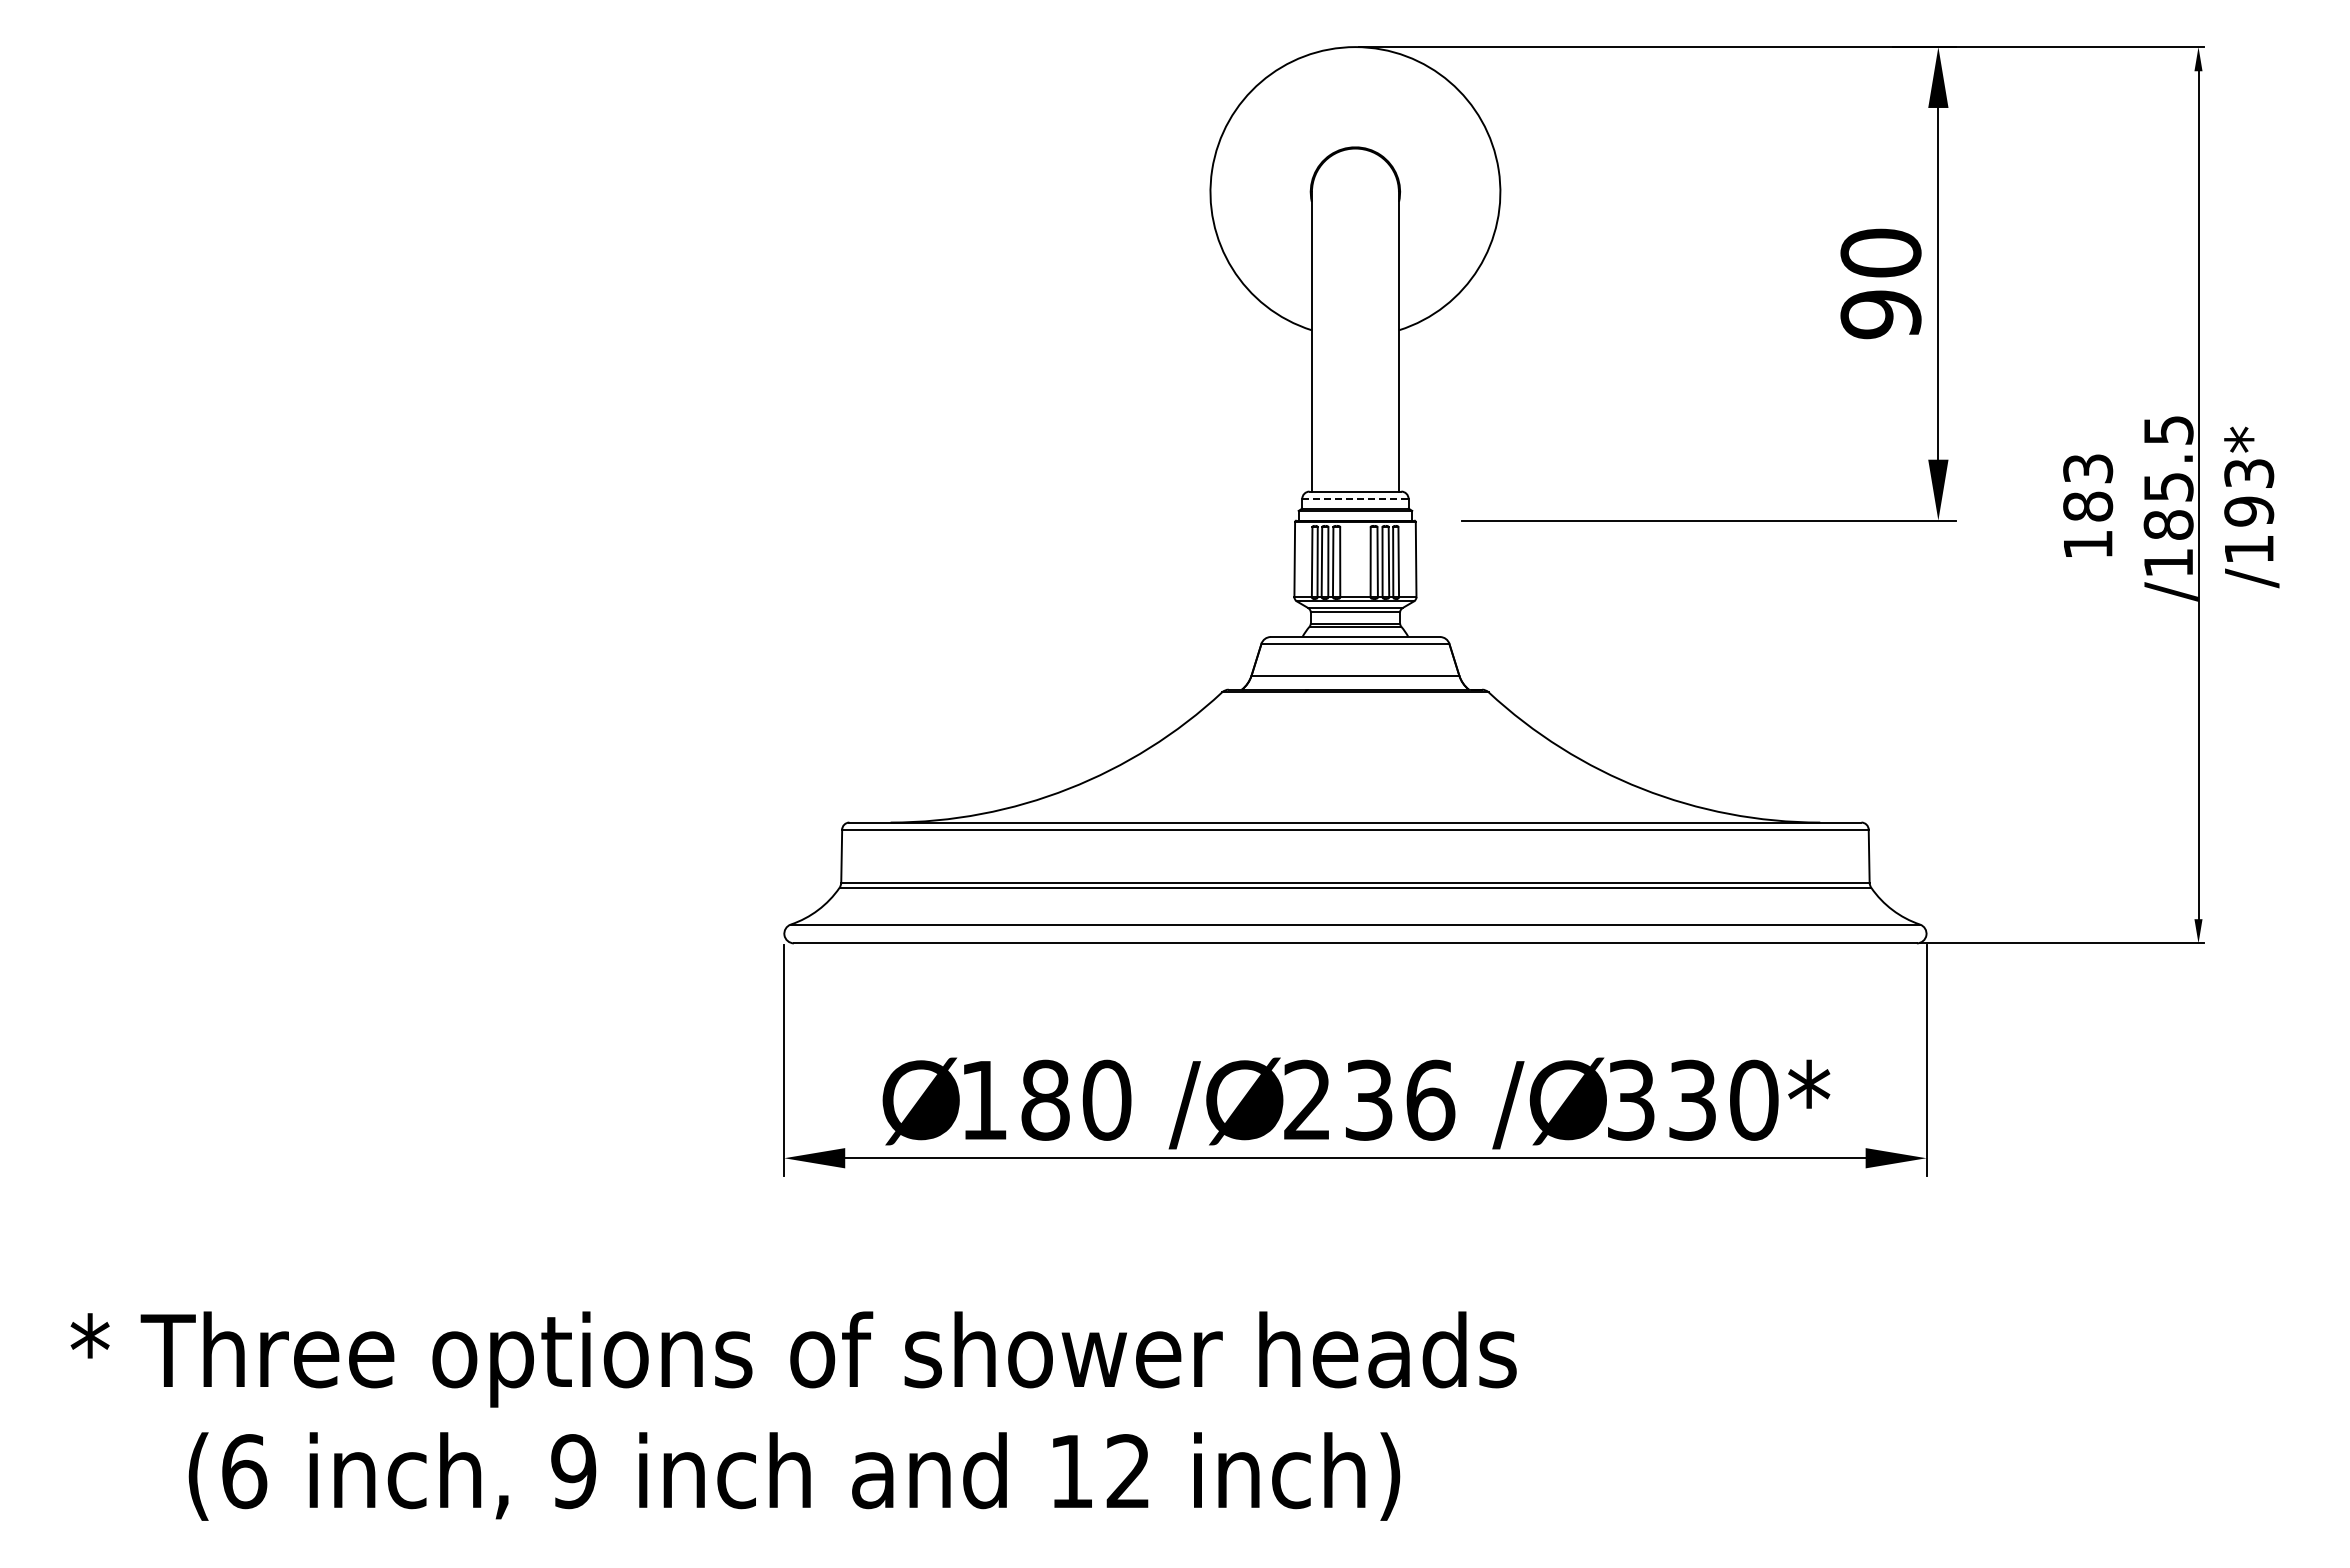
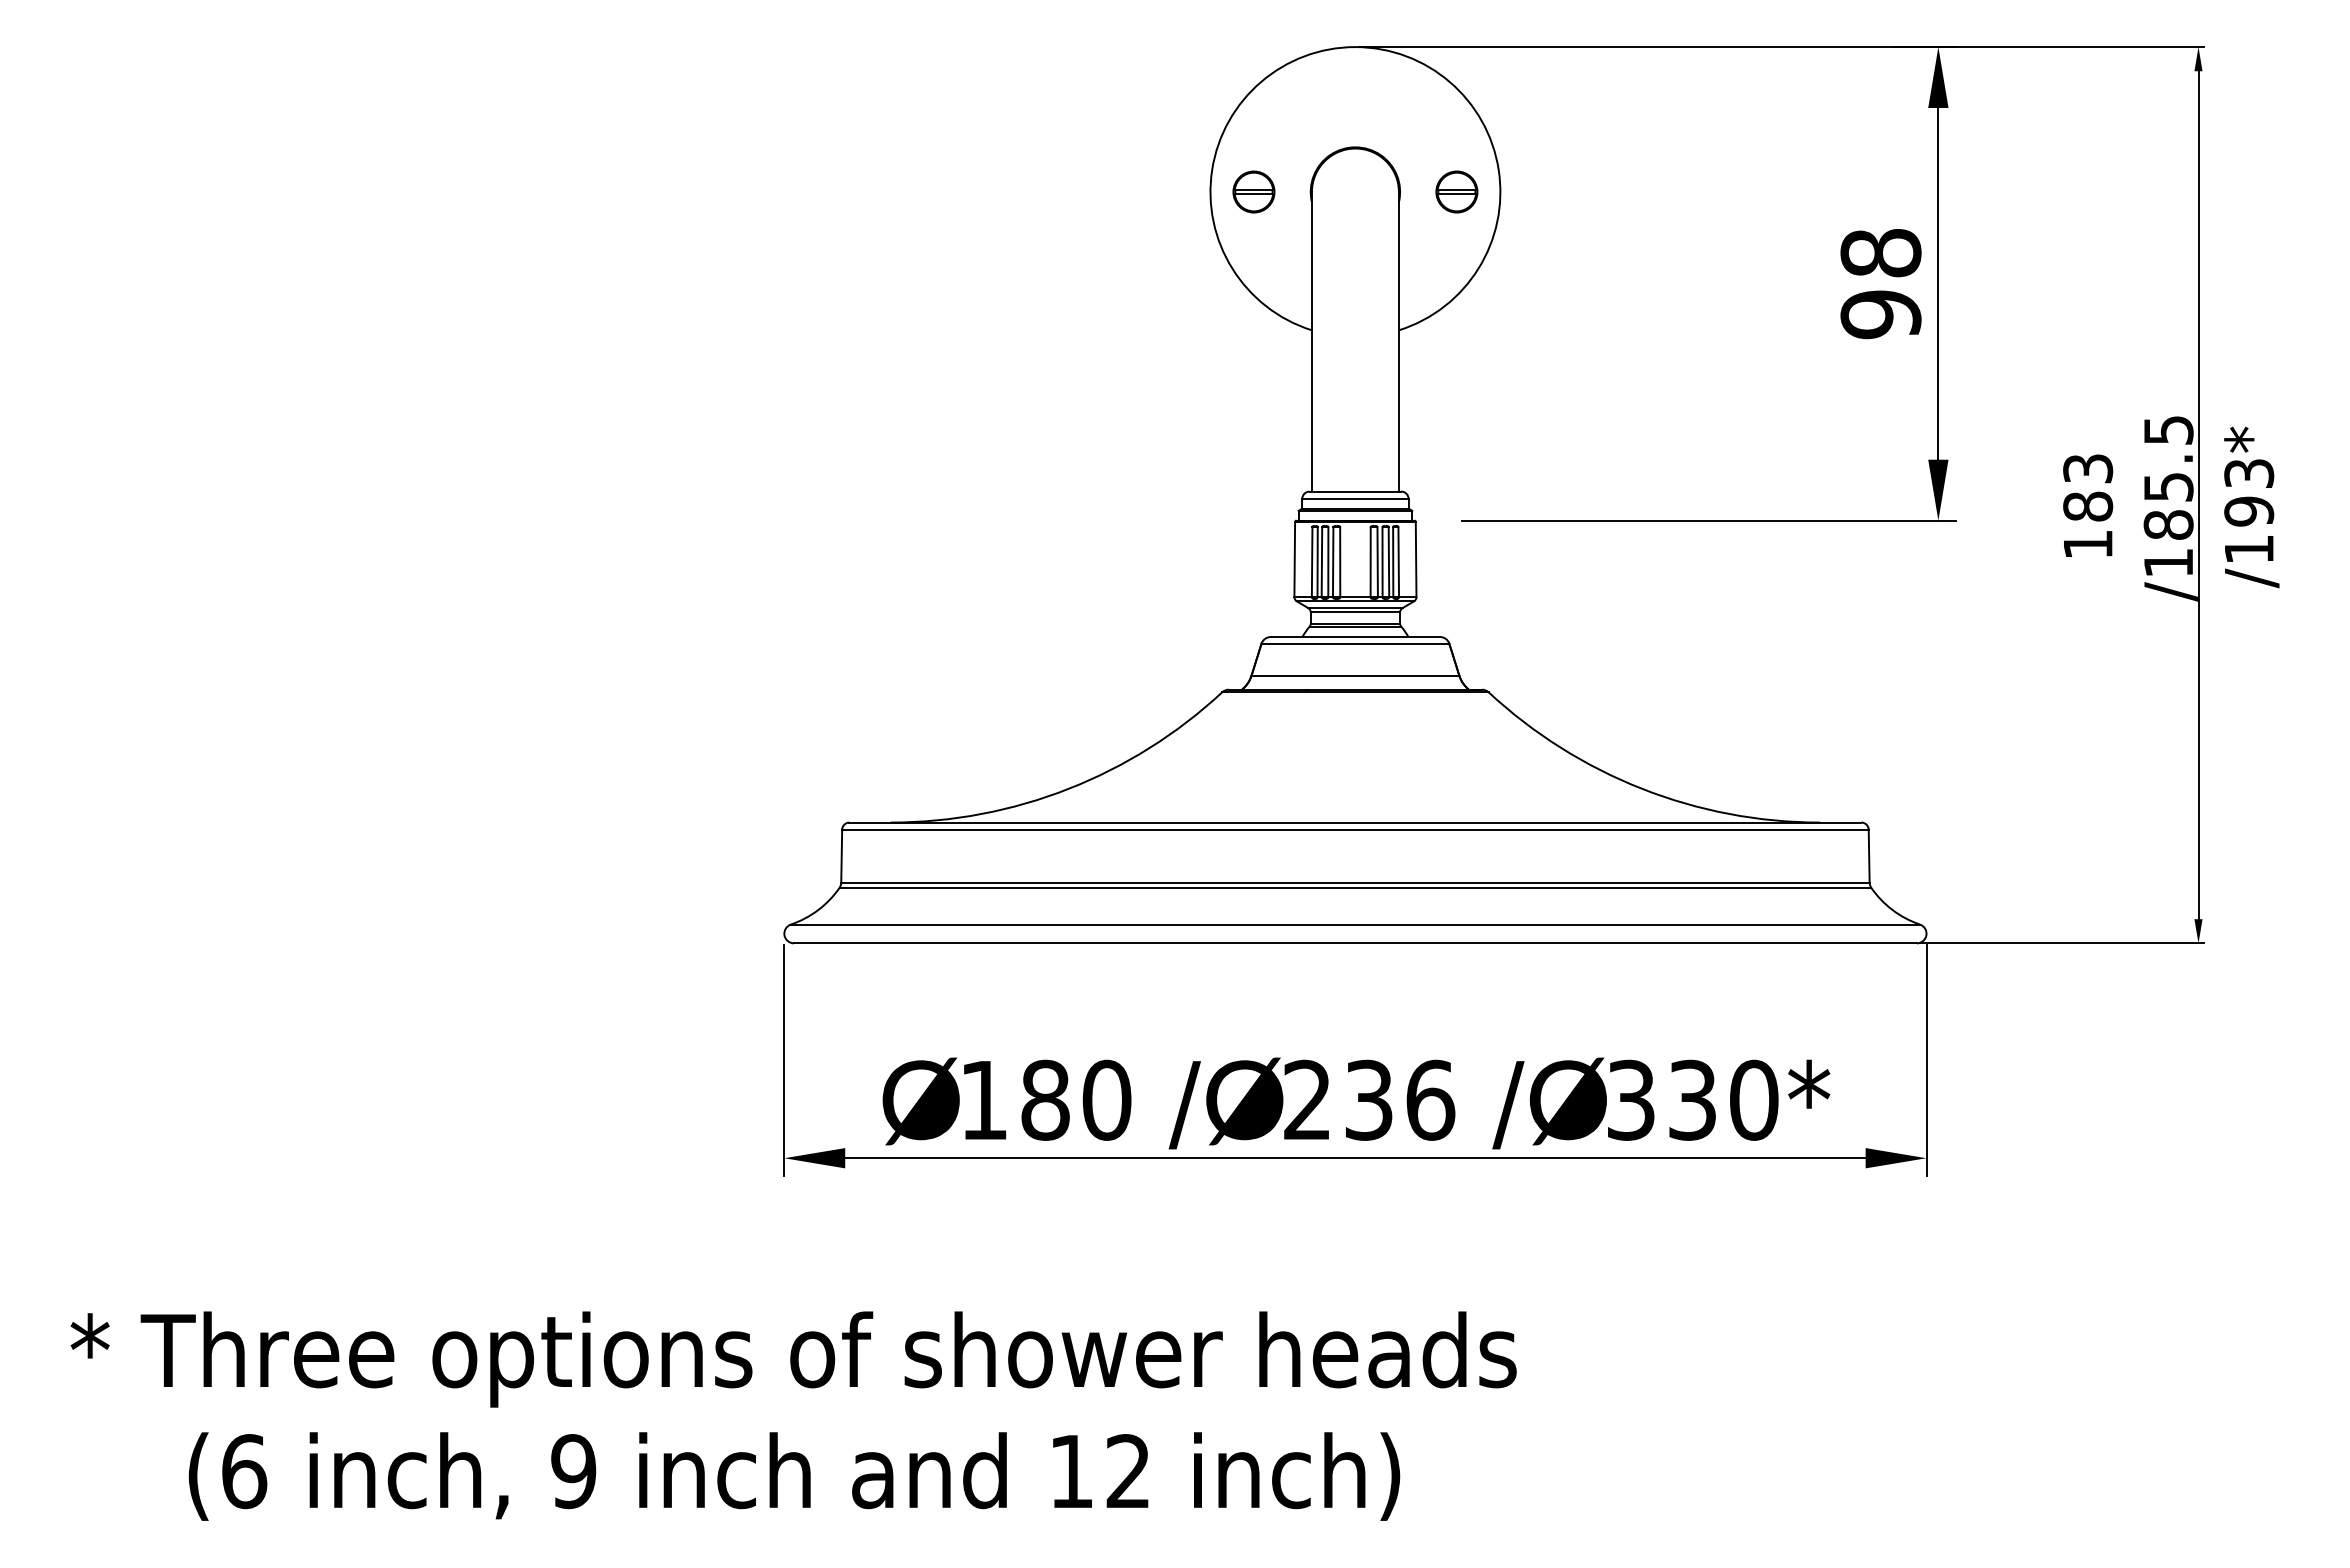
part at (1253, 191): none -> present
part at (1456, 191): none -> present
text at (1880, 252): 90 -> 98
line at (1355, 498): dashed -> solid
